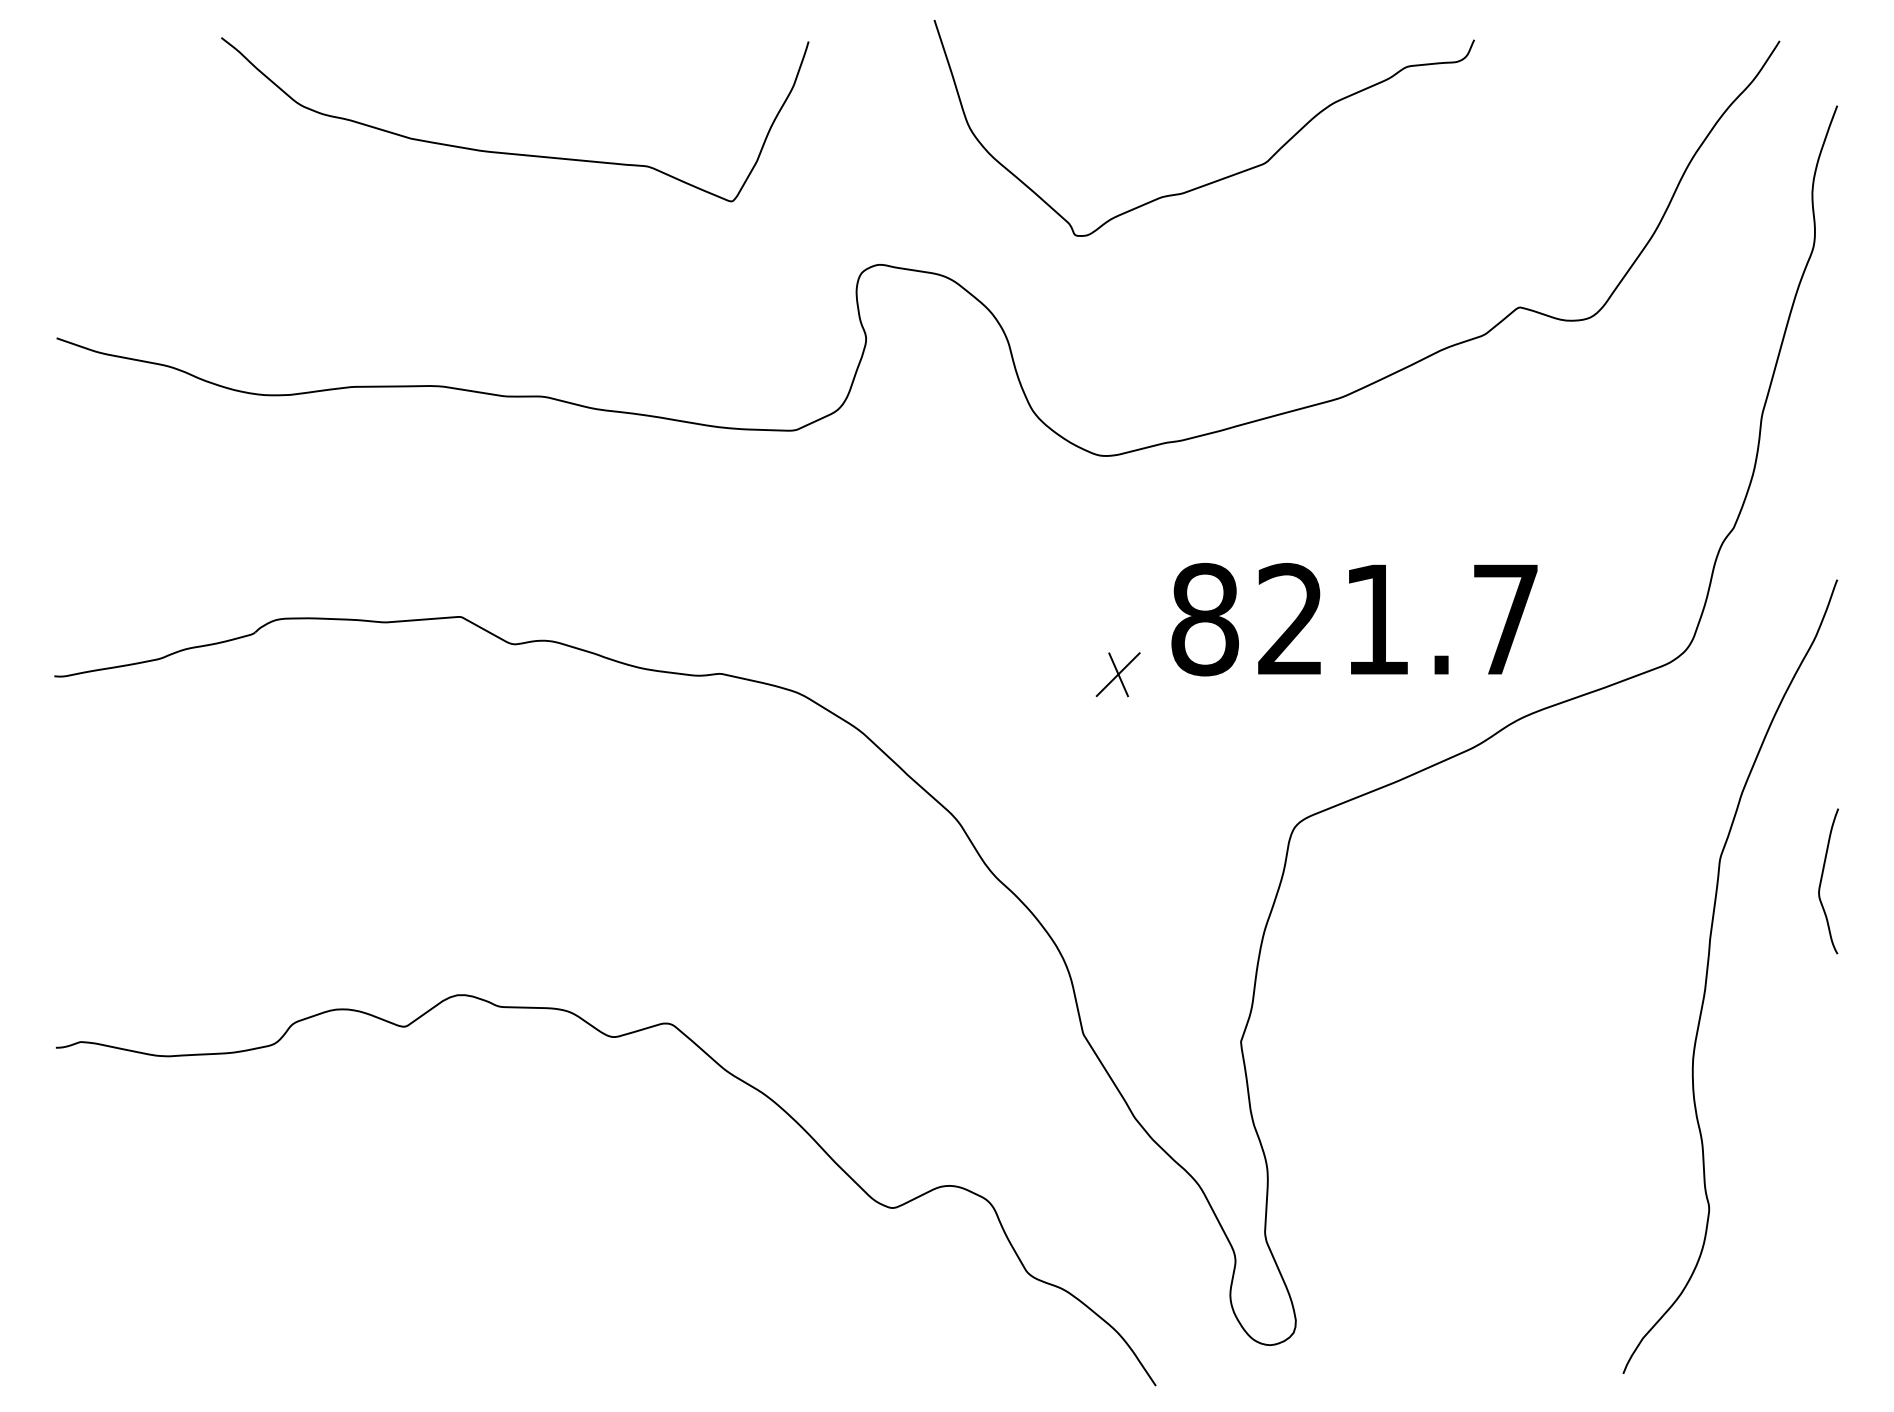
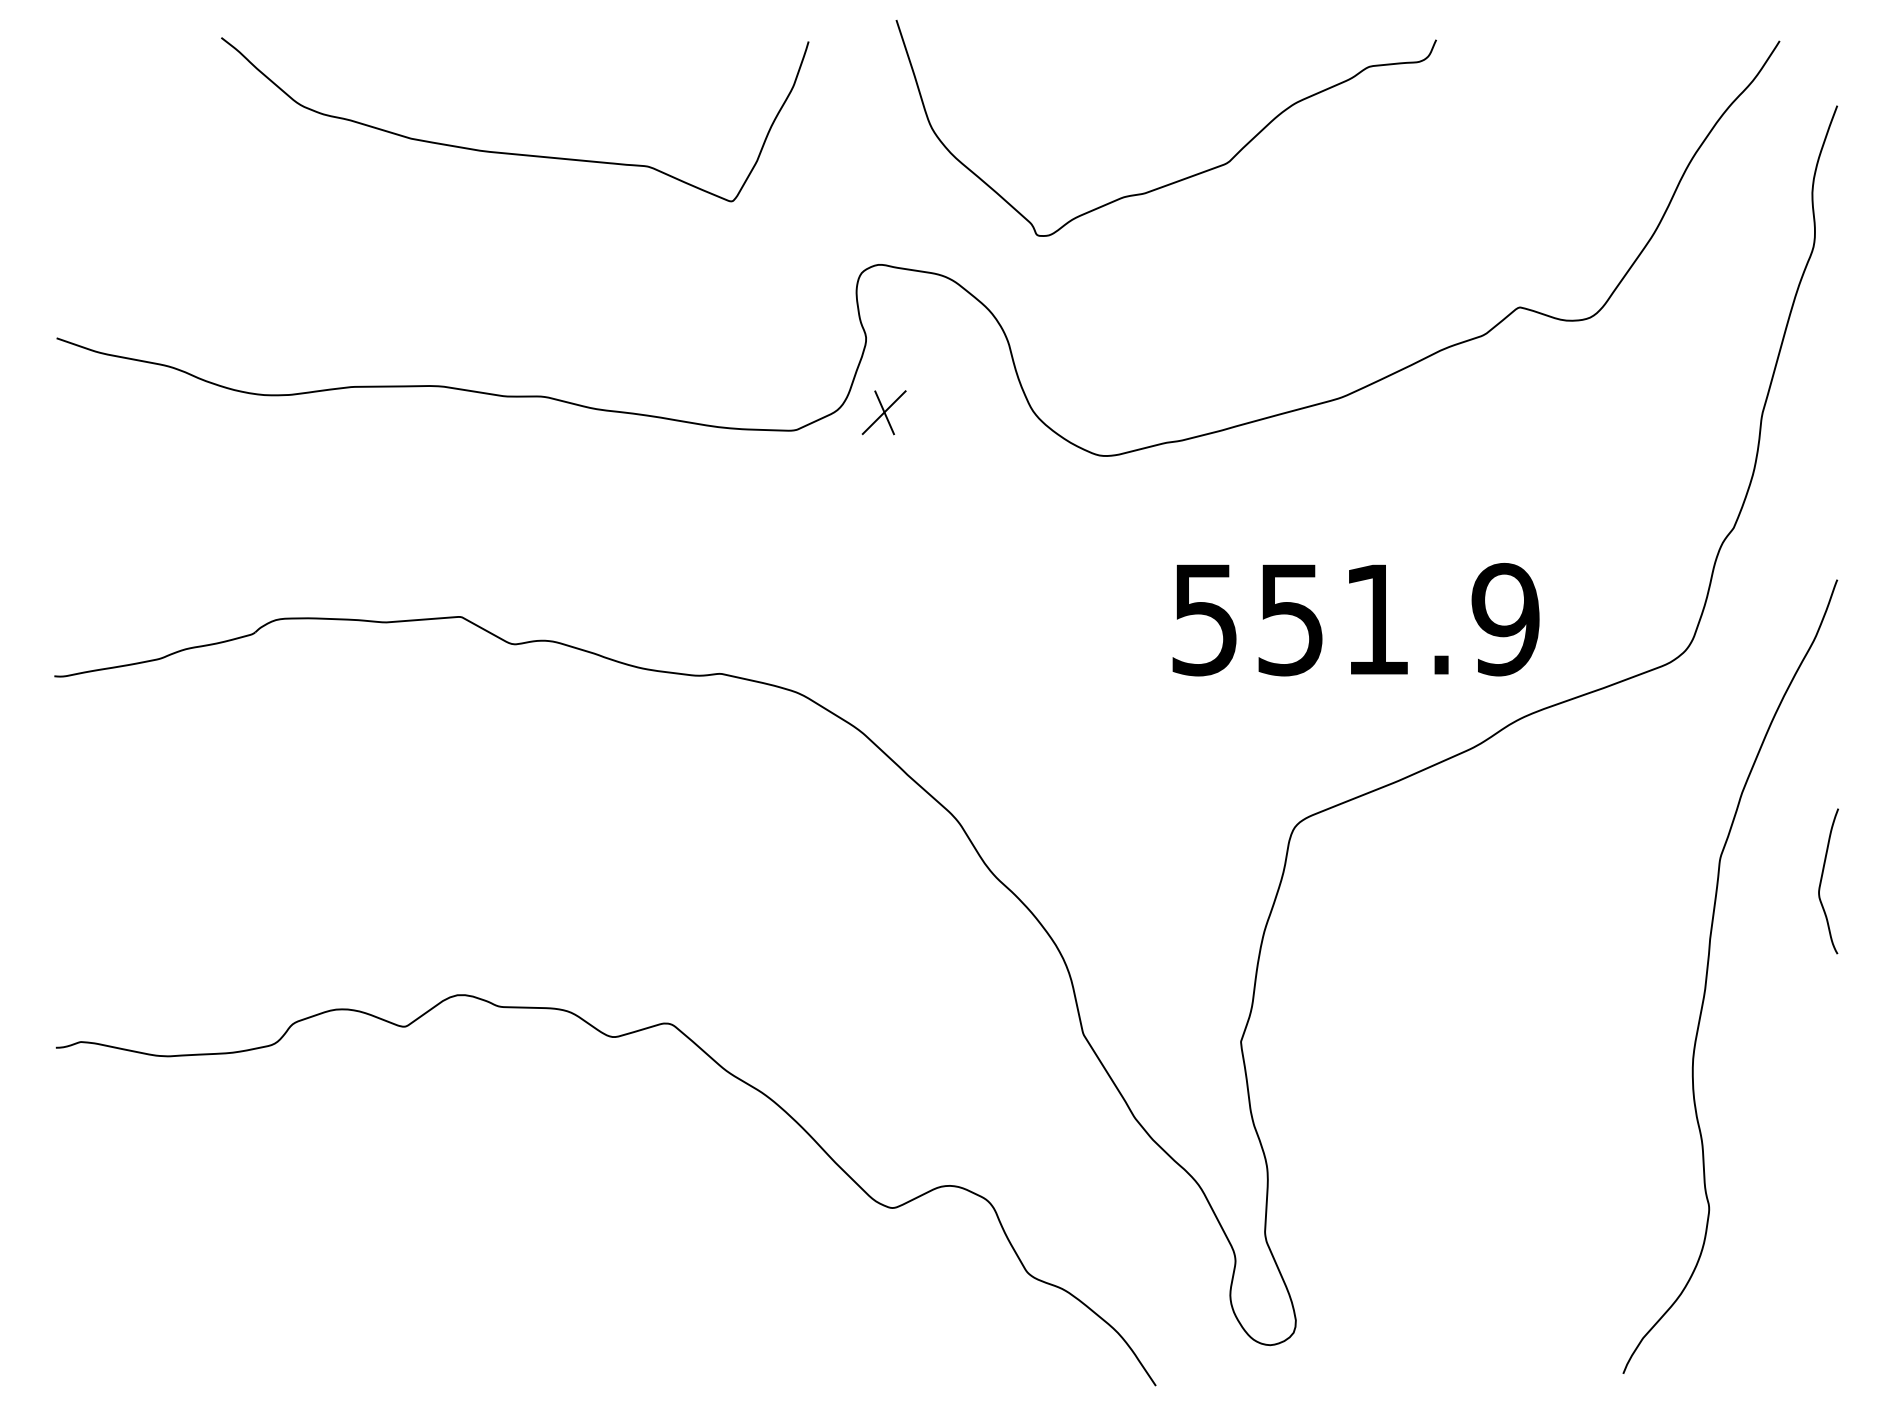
curve at (1220, 178) position: (1220, 178) -> (1182, 178)
text at (1355, 619): 821.7 -> 551.9
part at (1117, 674) position: (1117, 674) -> (883, 412)
